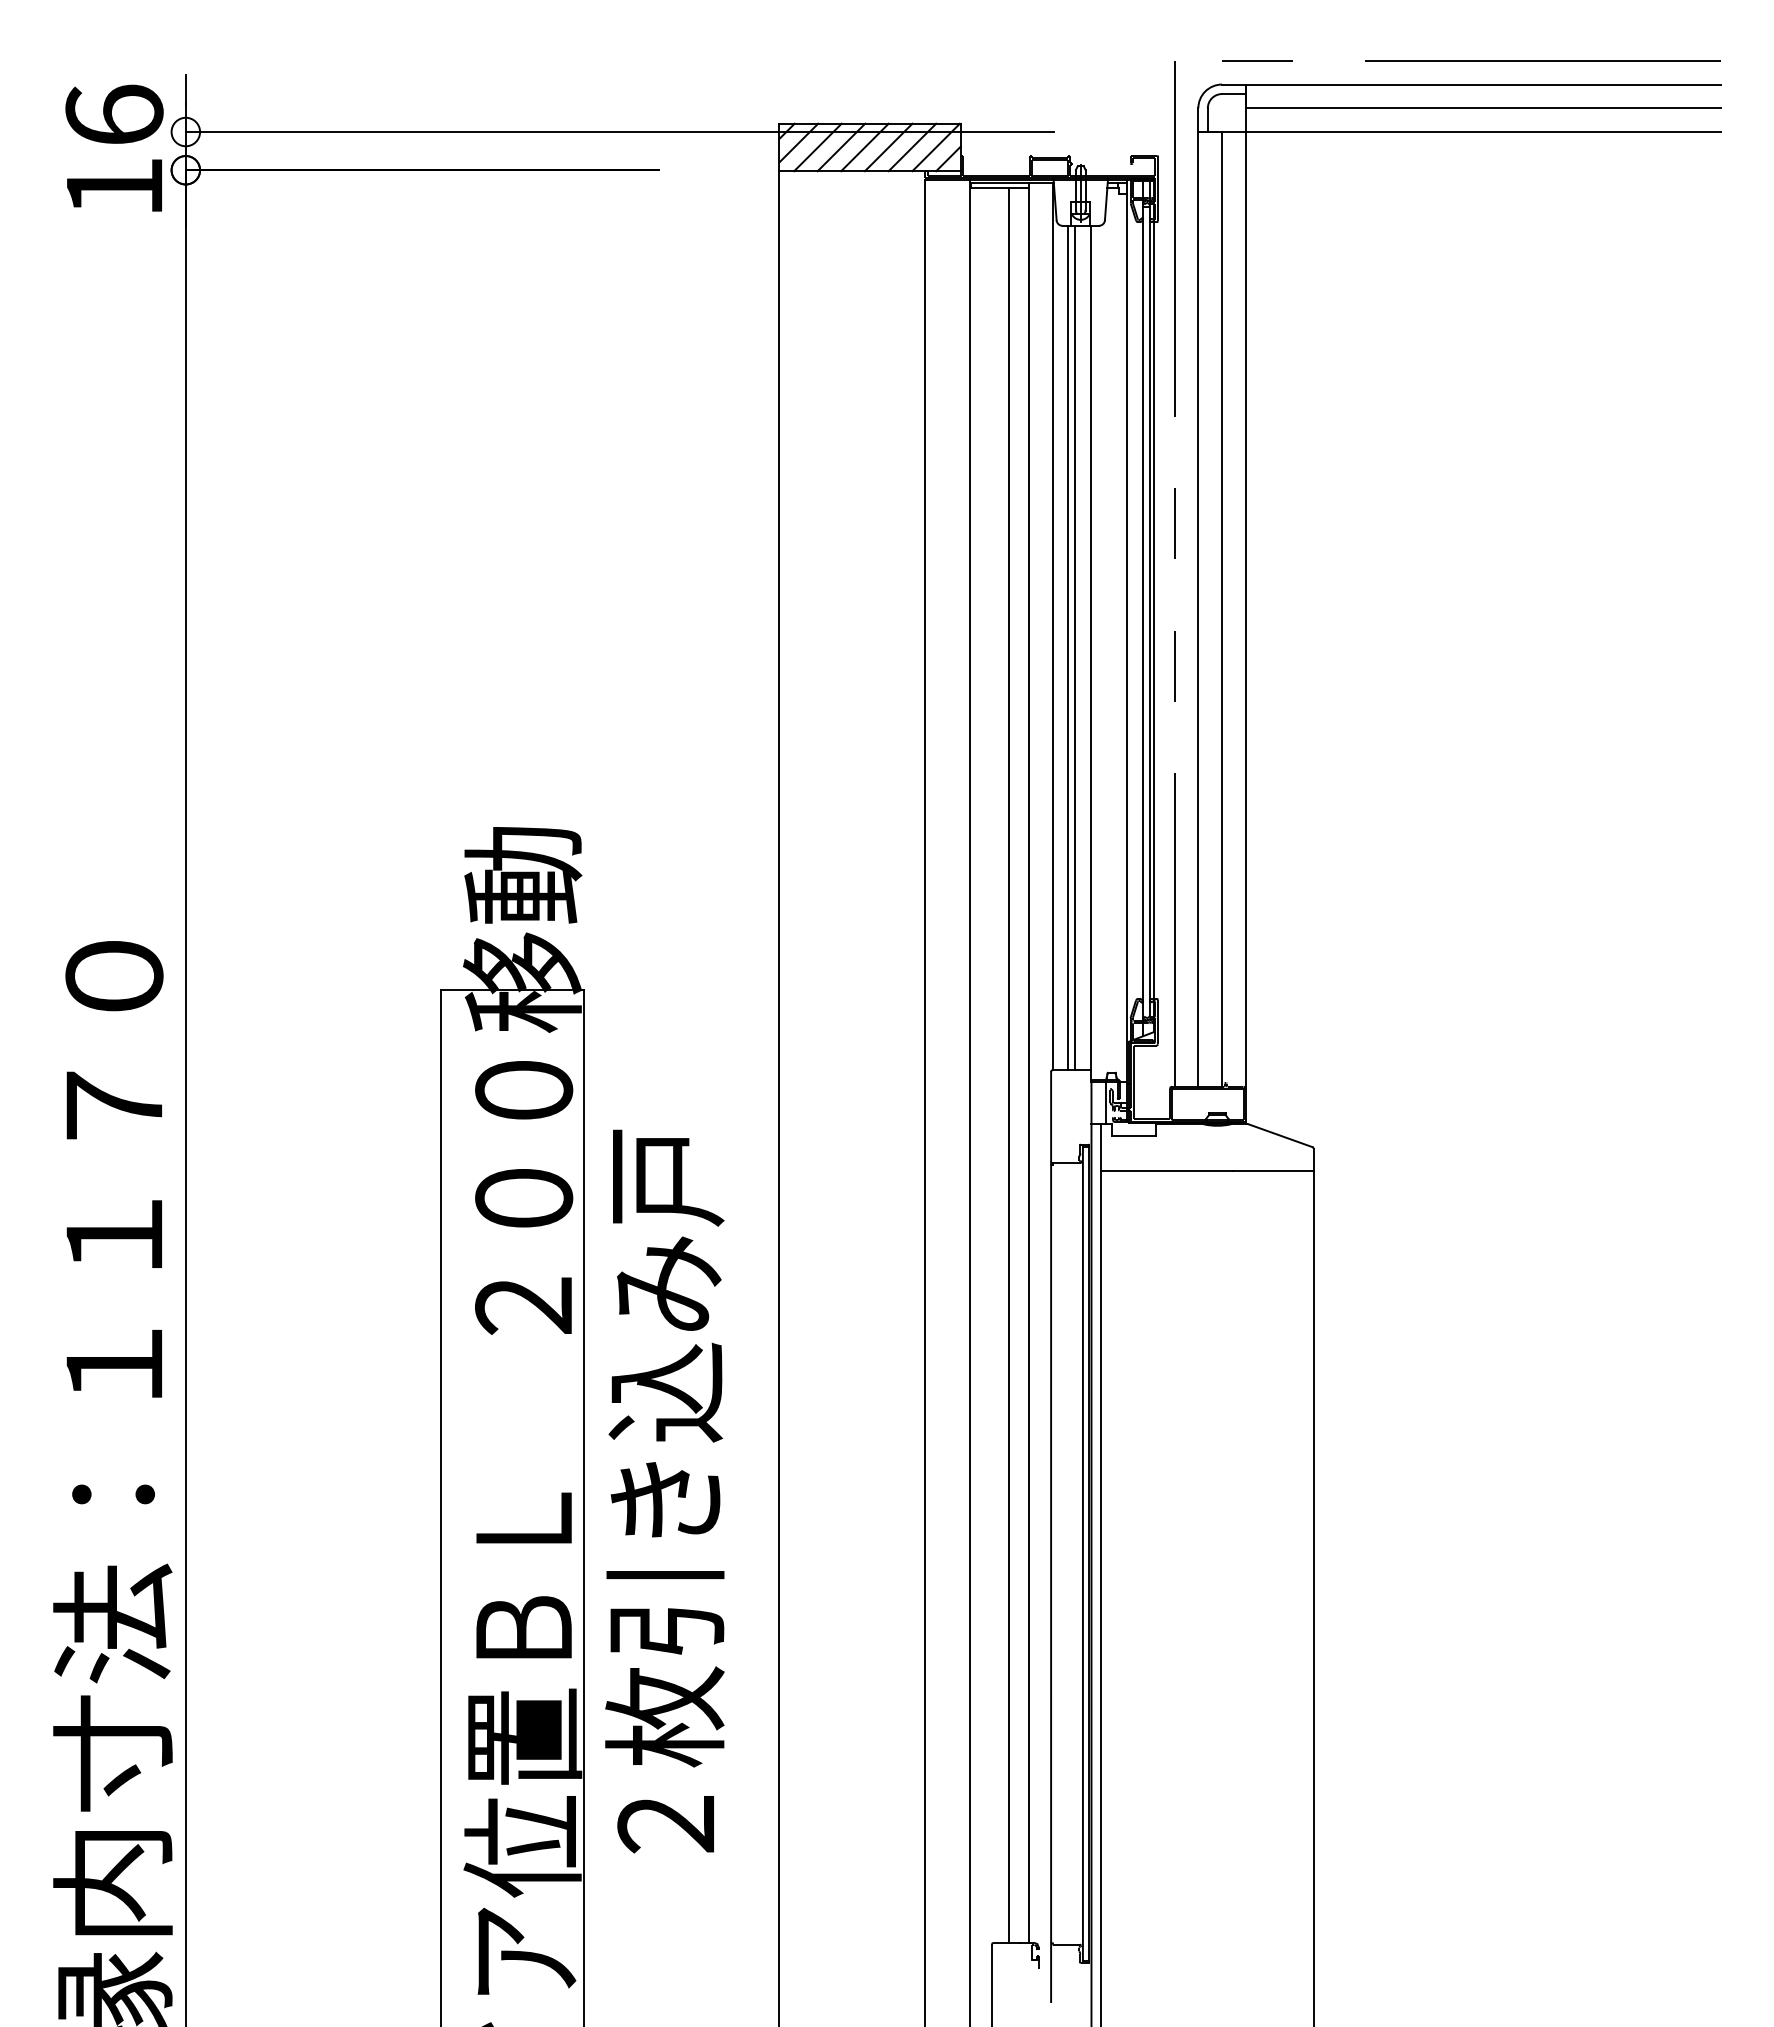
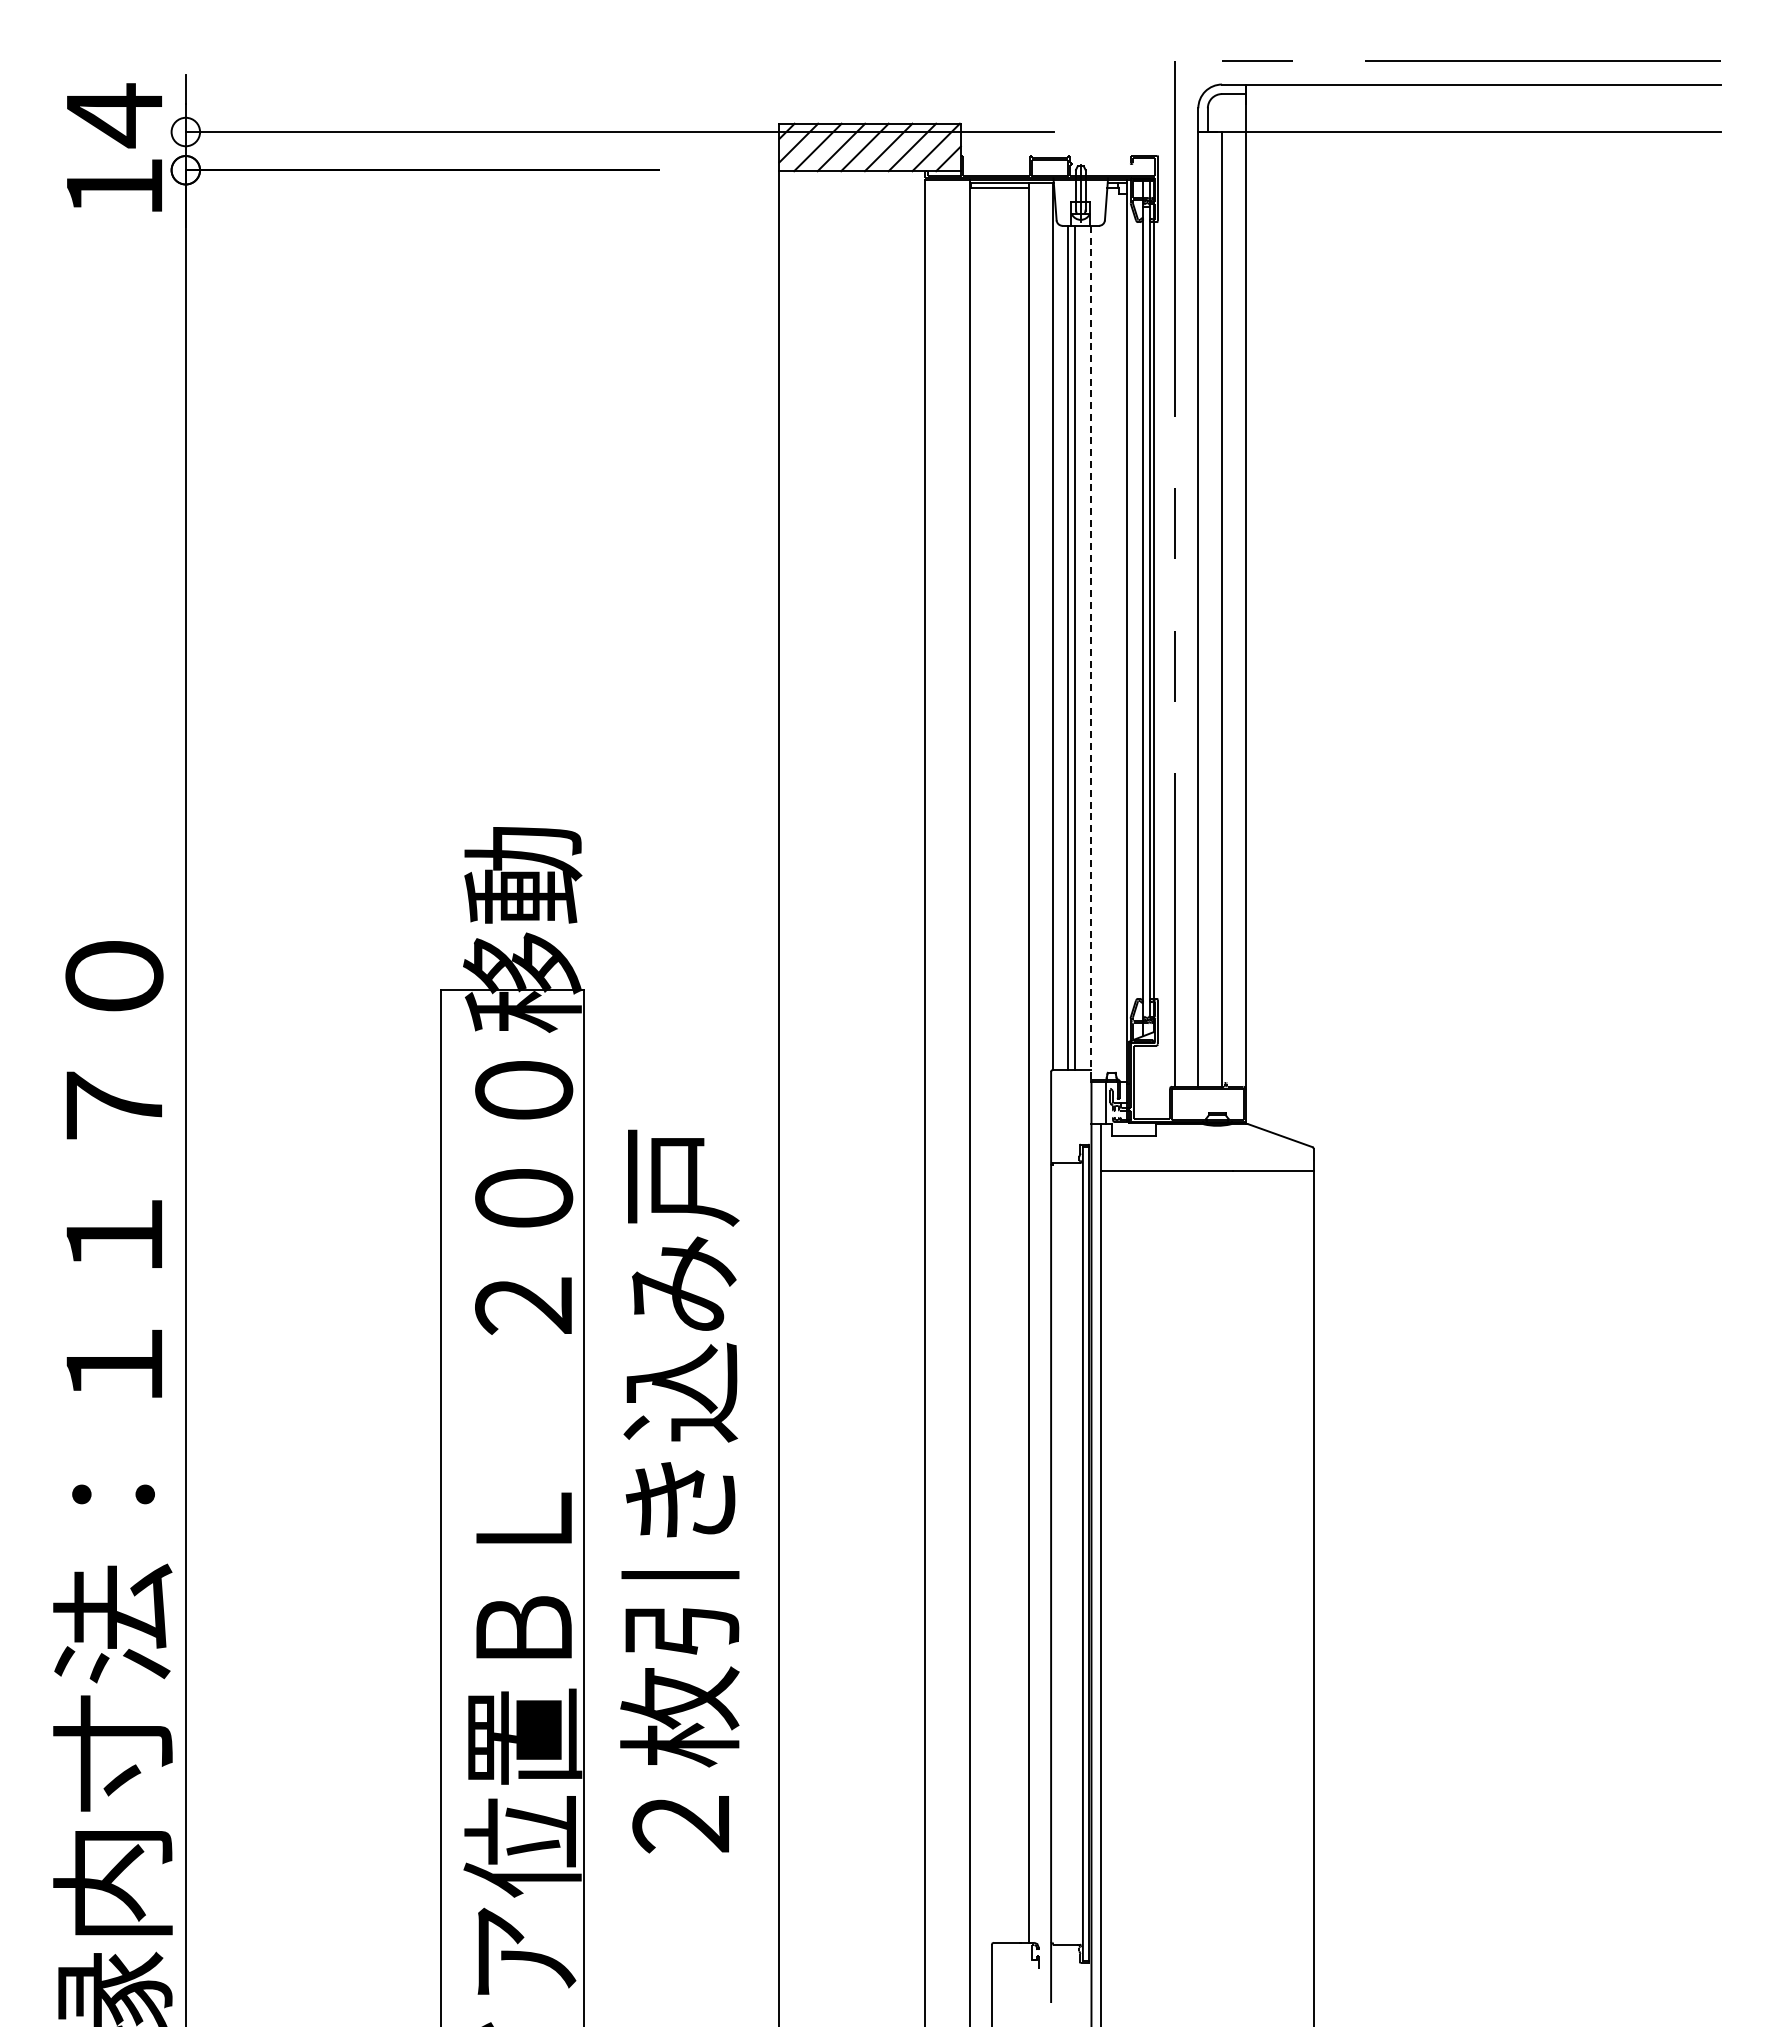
line at (1482, 108): present -> none
text at (114, 115): 16 -> 14
line at (1091, 652): solid -> dashed
line at (1008, 1064): present -> none
text at (664, 1491) position: (664, 1491) -> (679, 1491)
